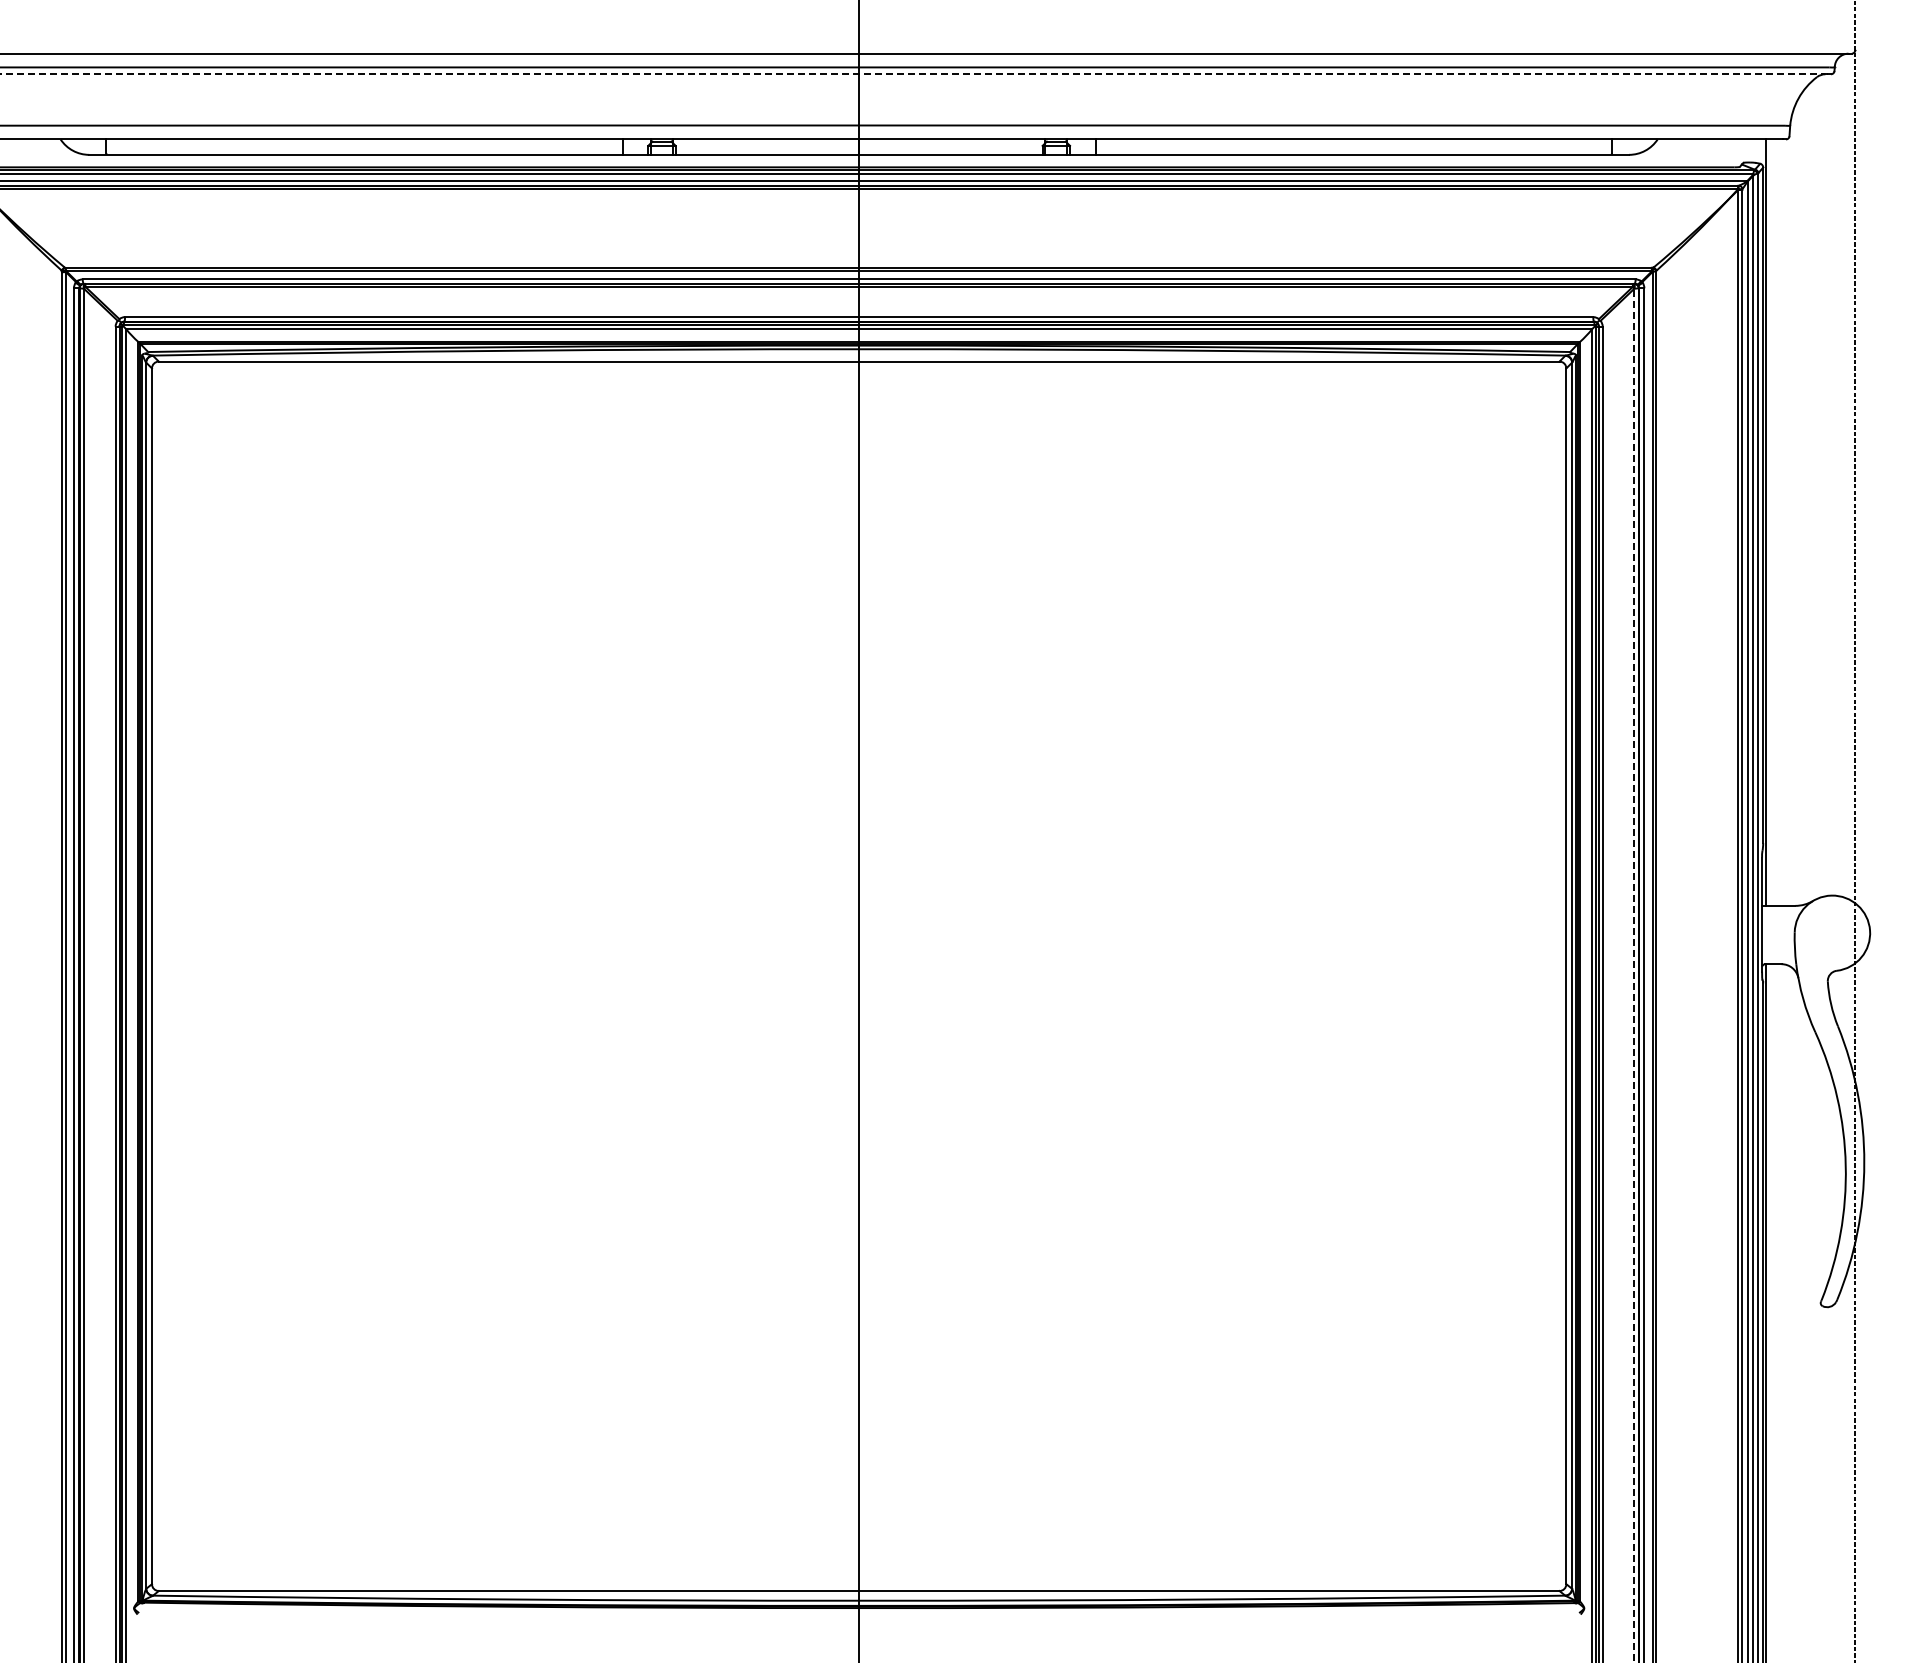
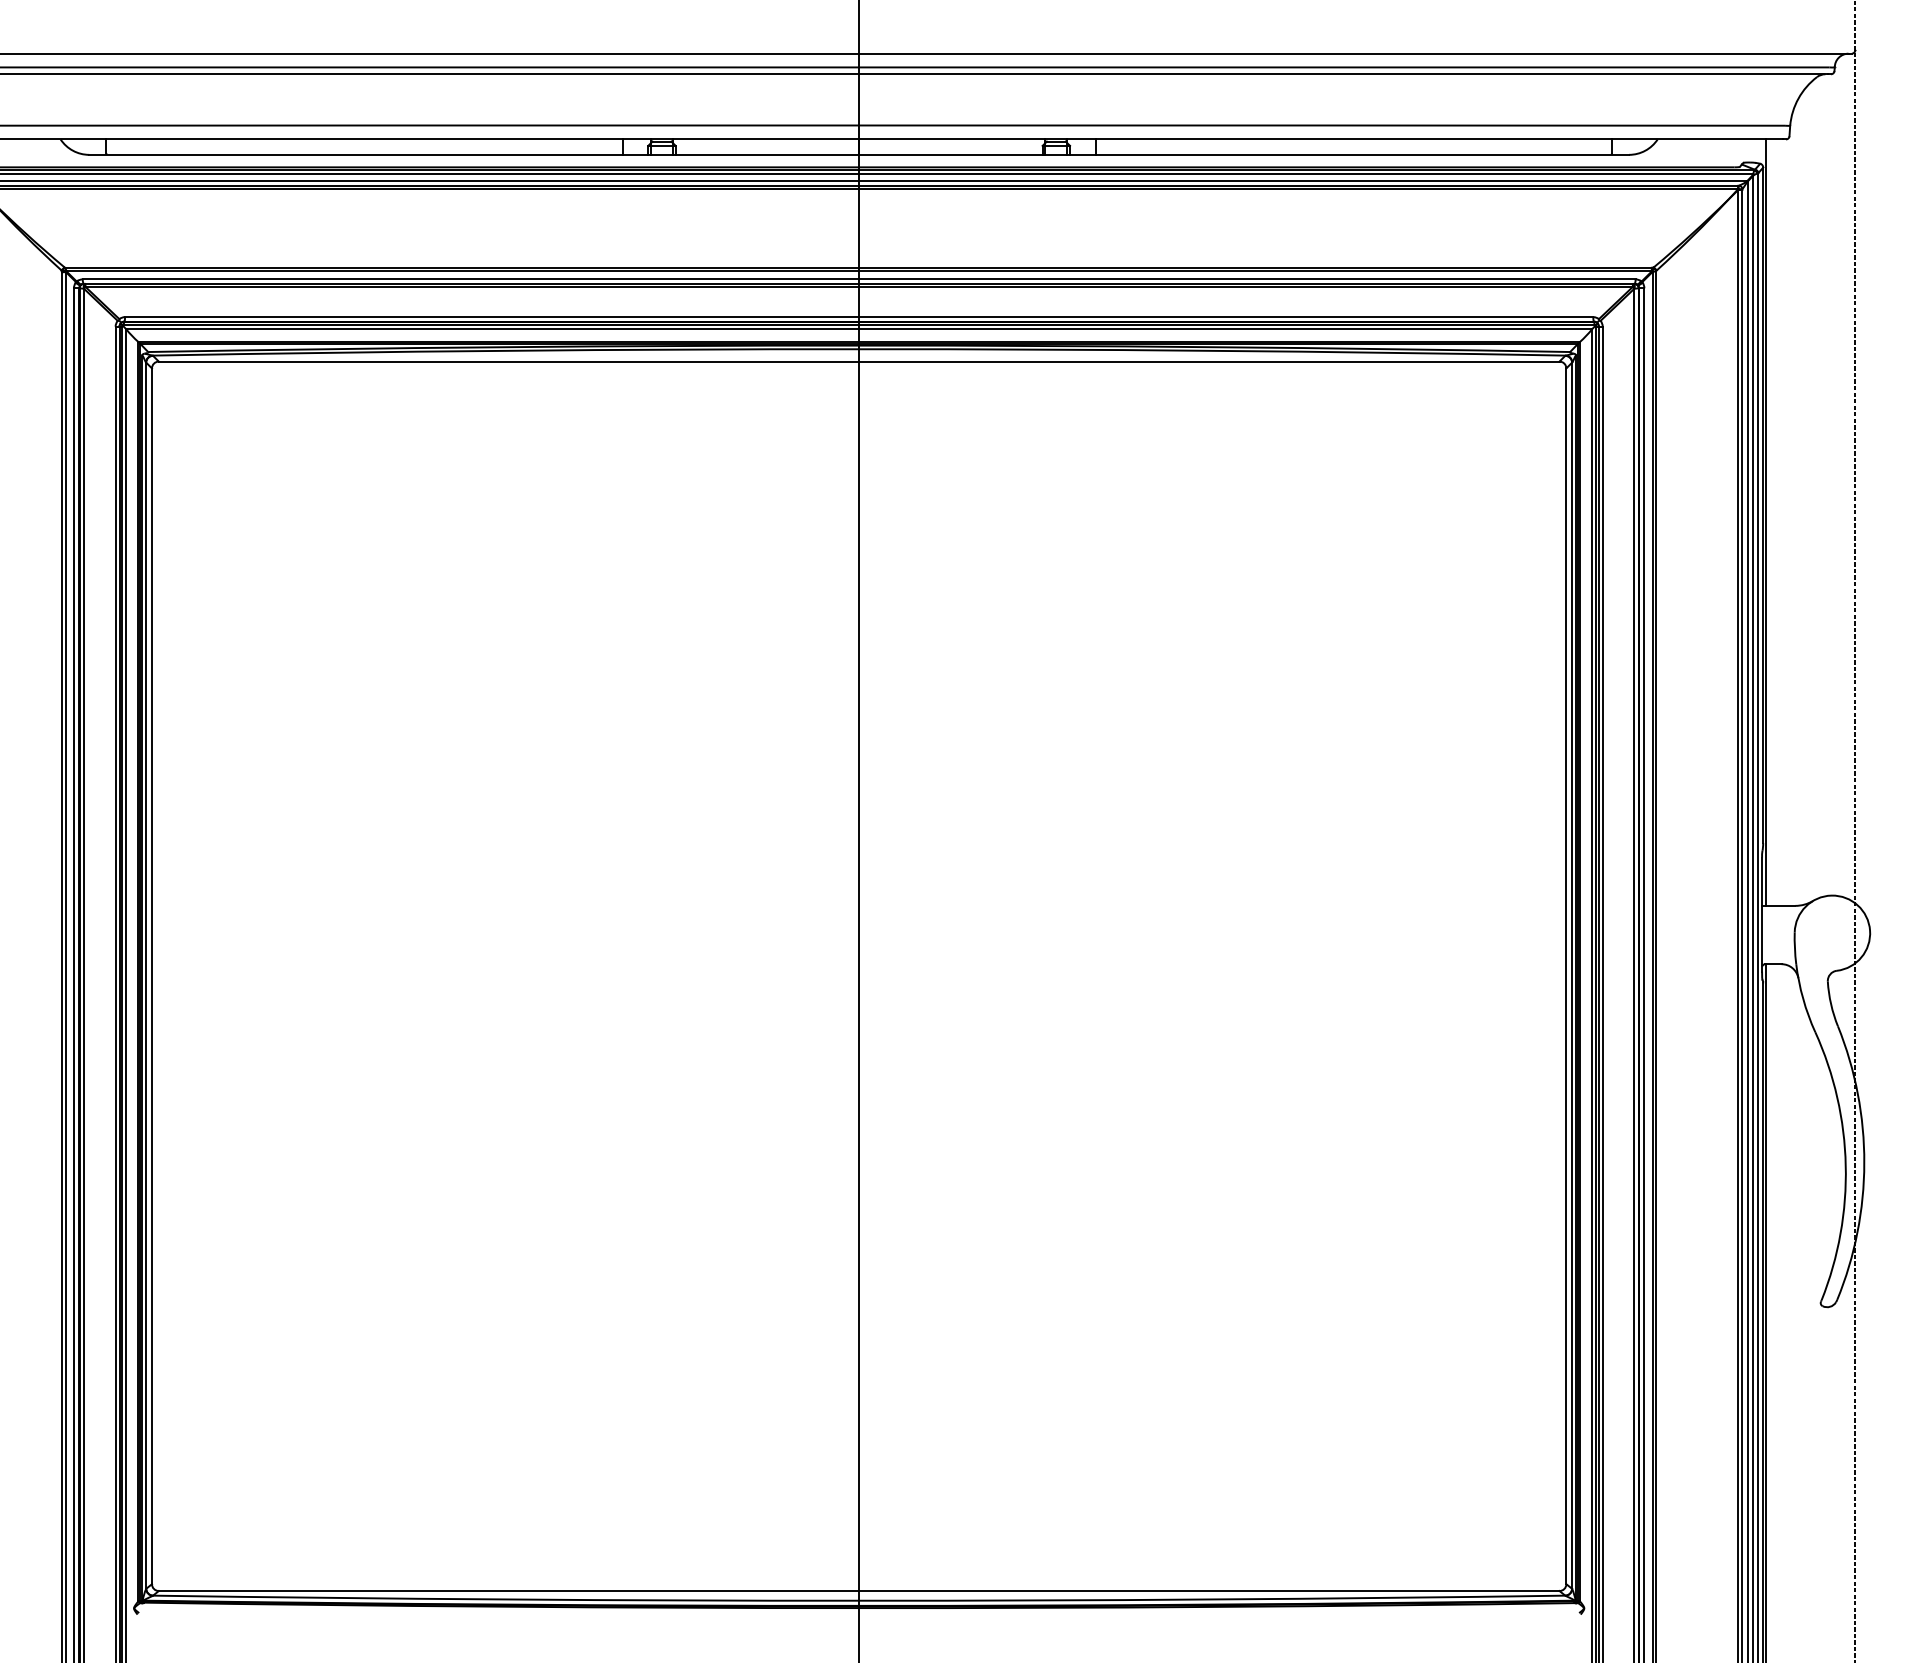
line at (914, 74): dashed -> solid
line at (1634, 975): dashed -> solid
